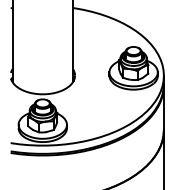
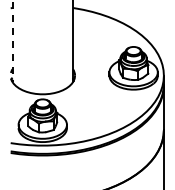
line at (12, 41): solid -> dashed
